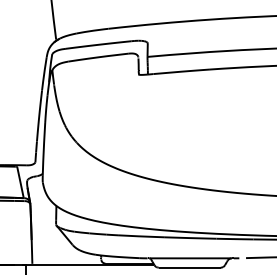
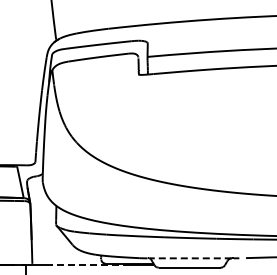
line at (190, 258): solid -> dashed
line at (86, 265): solid -> dashed
